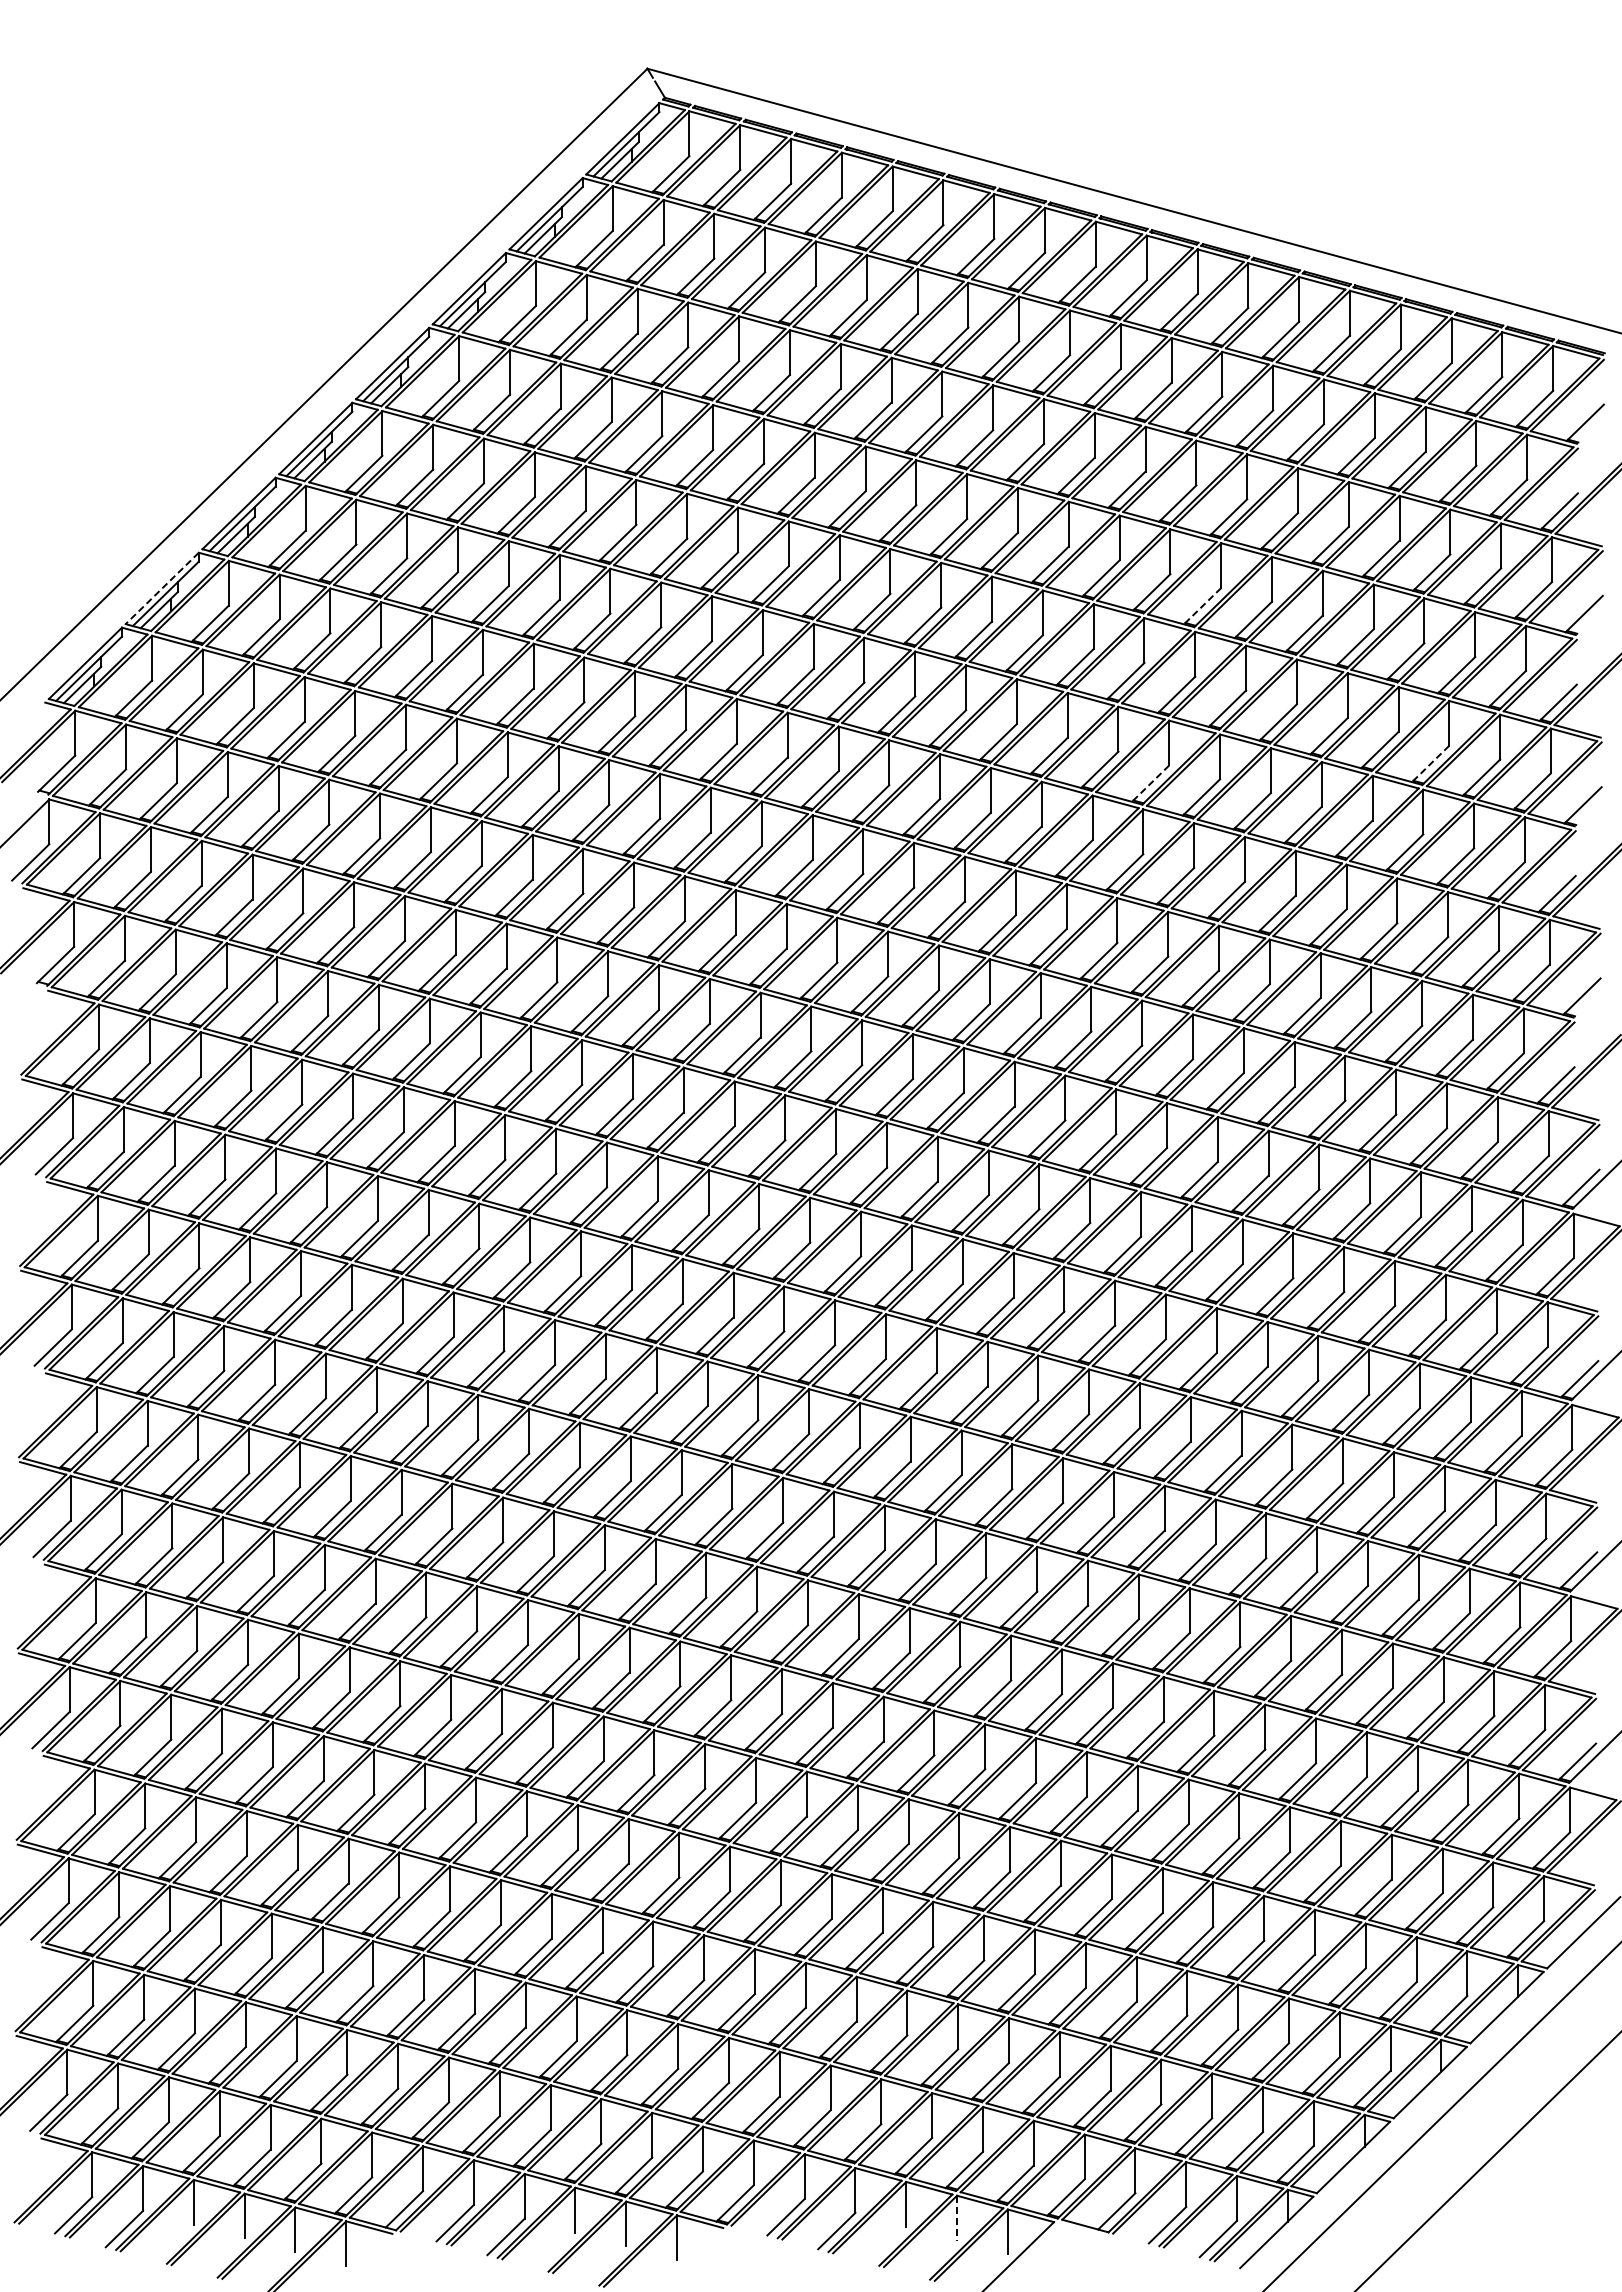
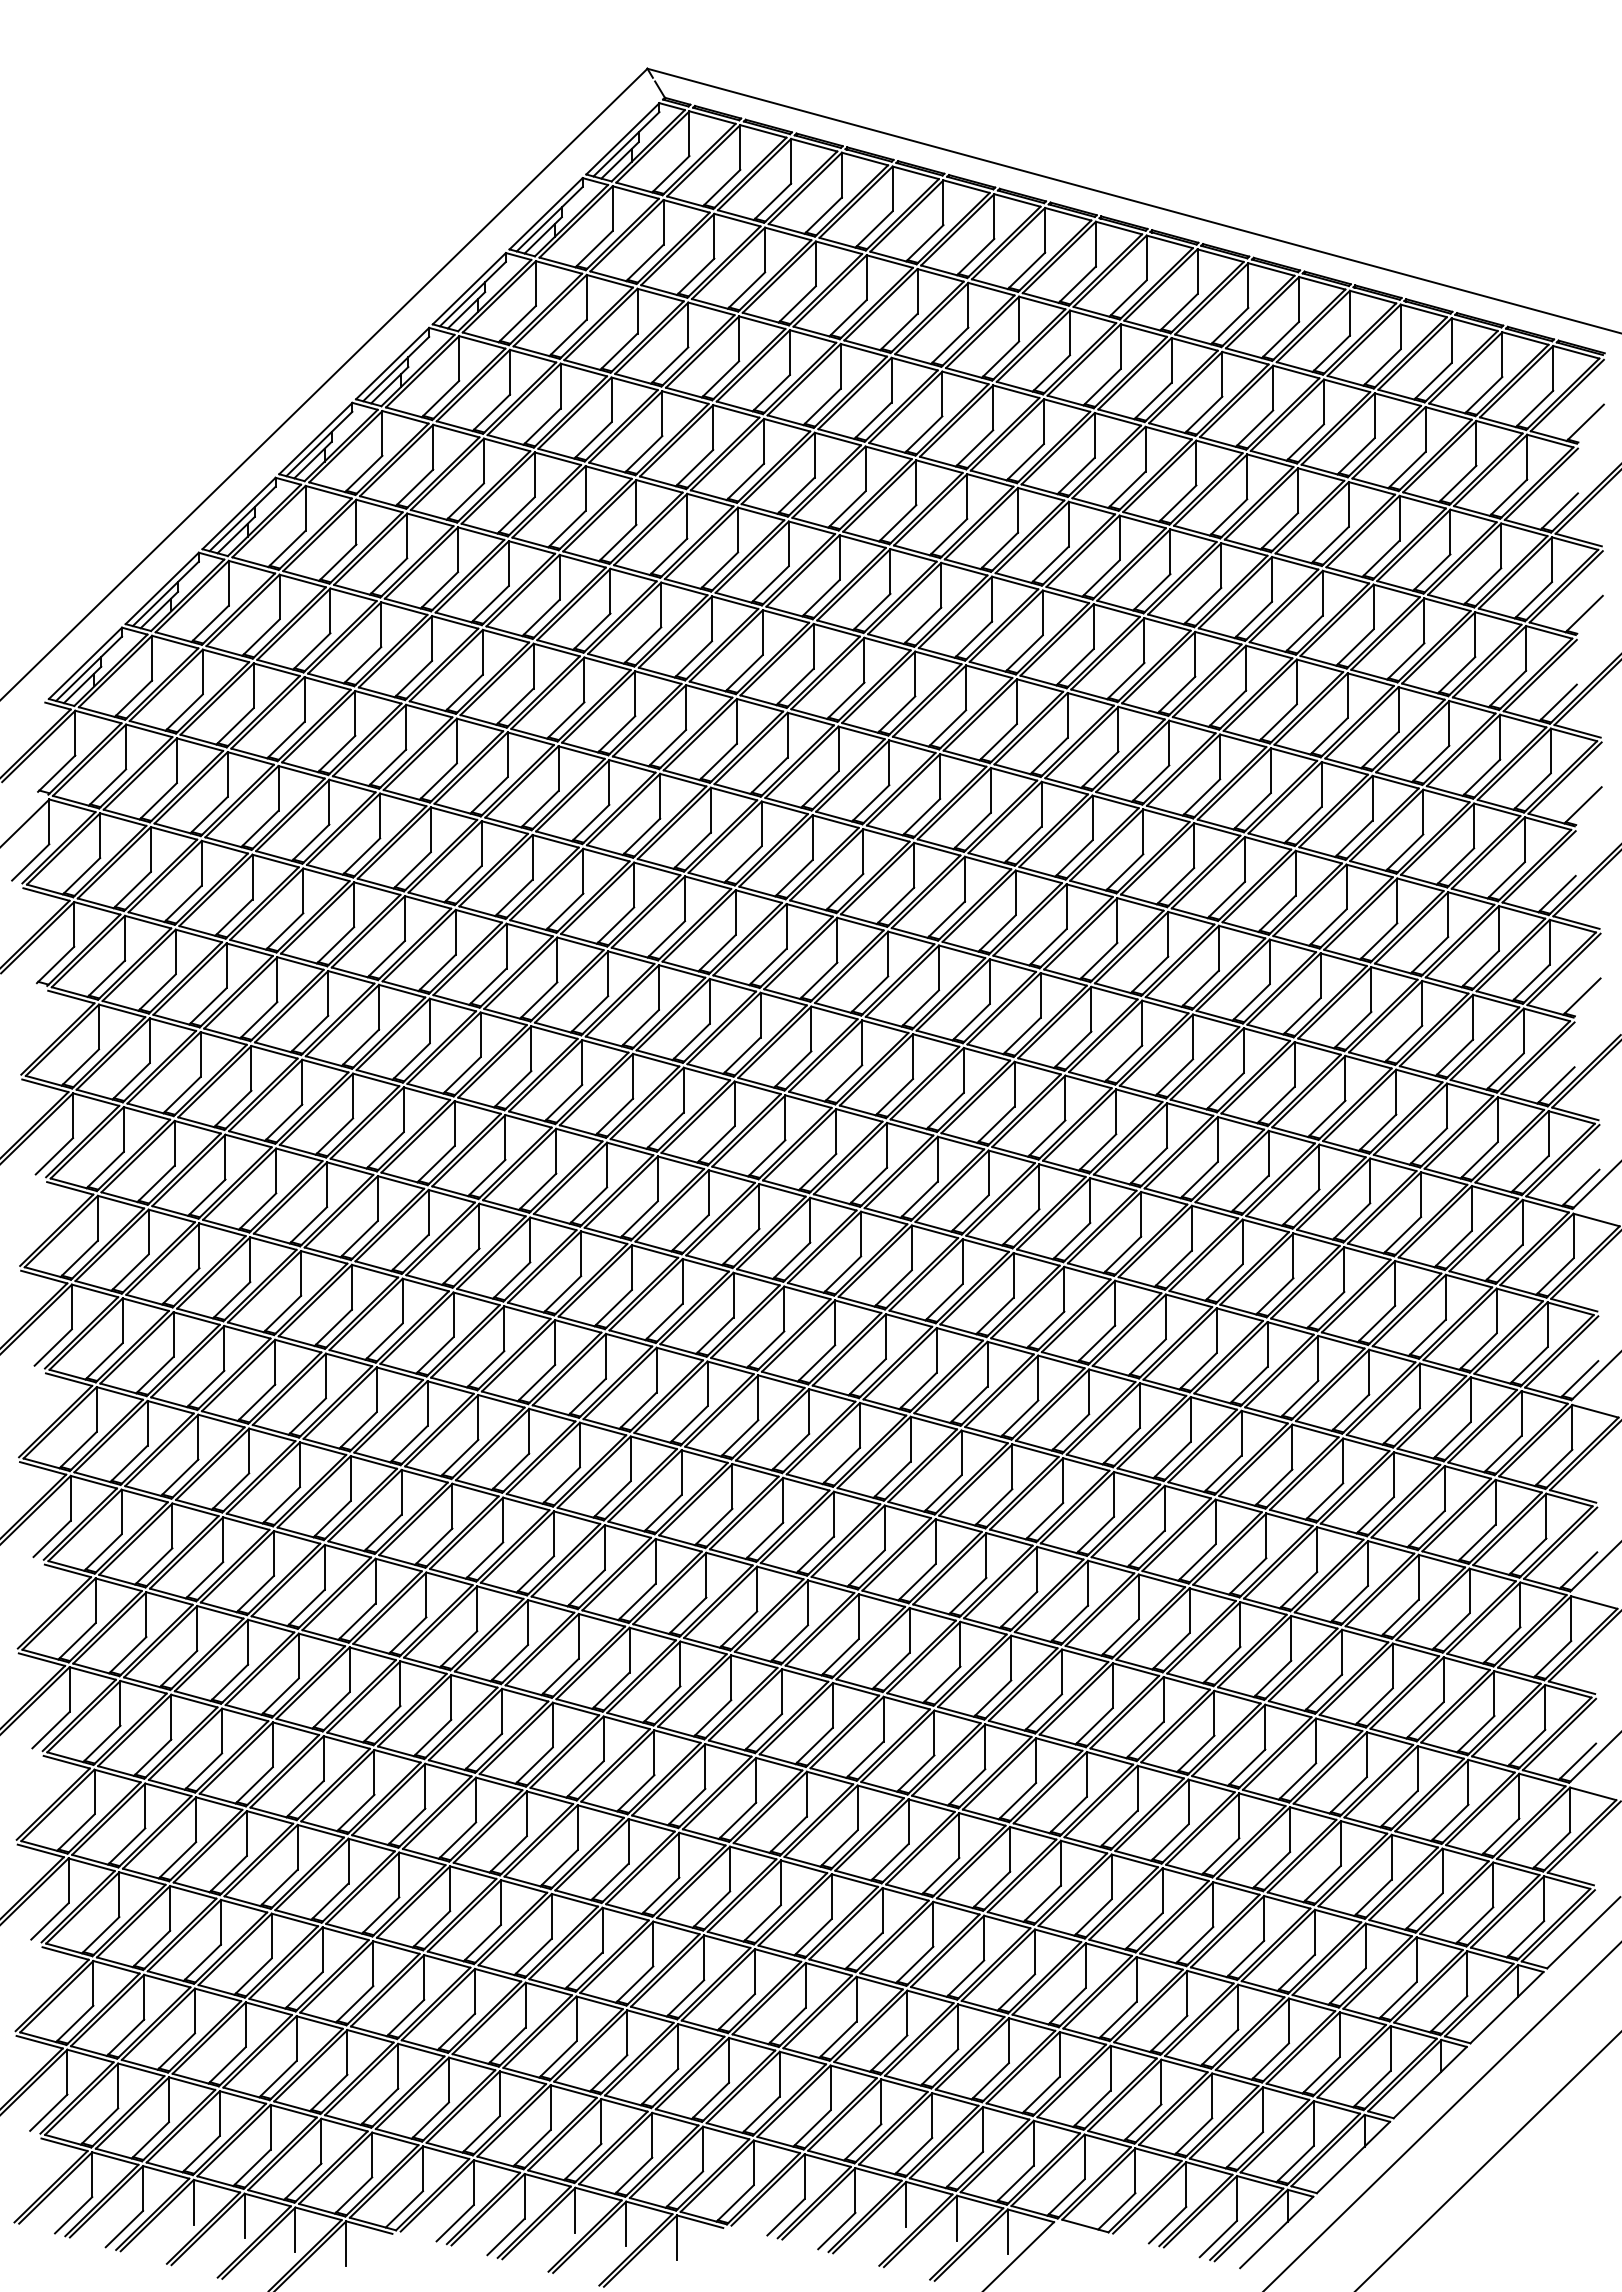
line at (161, 588): dashed -> solid
line at (1202, 606): dashed -> solid
line at (1430, 764): dashed -> solid
line at (1150, 783): dashed -> solid
line at (957, 2218): dashed -> solid
